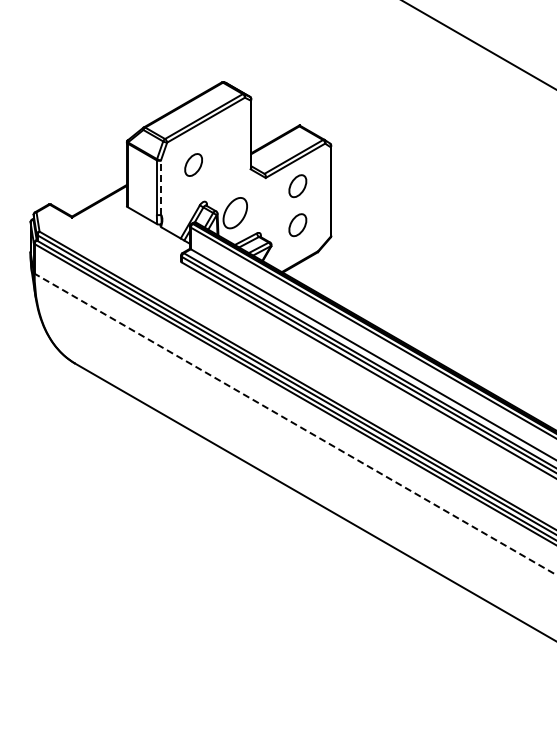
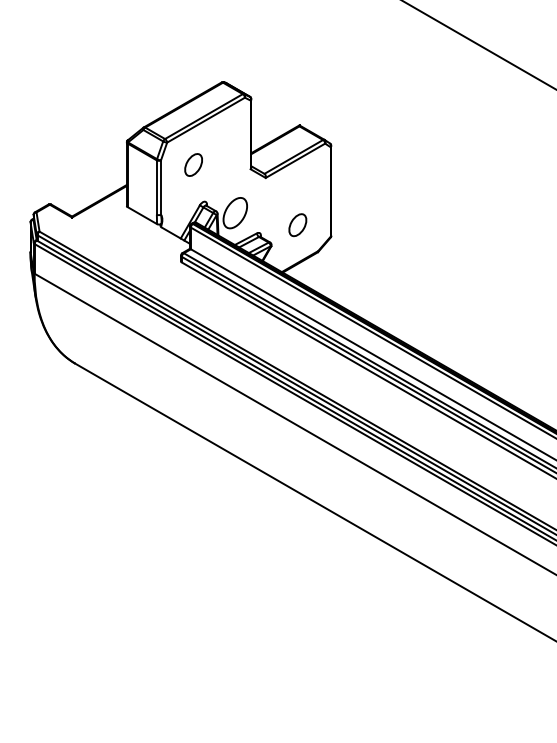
part at (297, 186): present -> none
line at (161, 187): dashed -> solid
line at (295, 424): dashed -> solid
